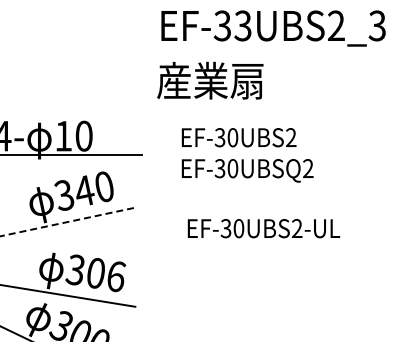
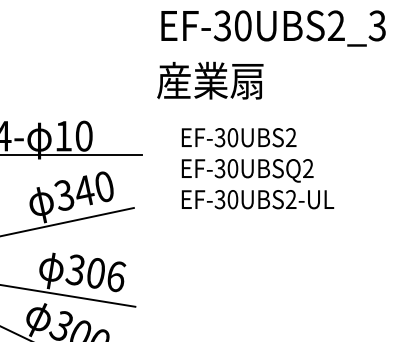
text at (242, 25): EF-33UBS2_3 -> EF-30UBS2_3
line at (66, 222): dashed -> solid
text at (263, 228) position: (263, 228) -> (257, 199)
